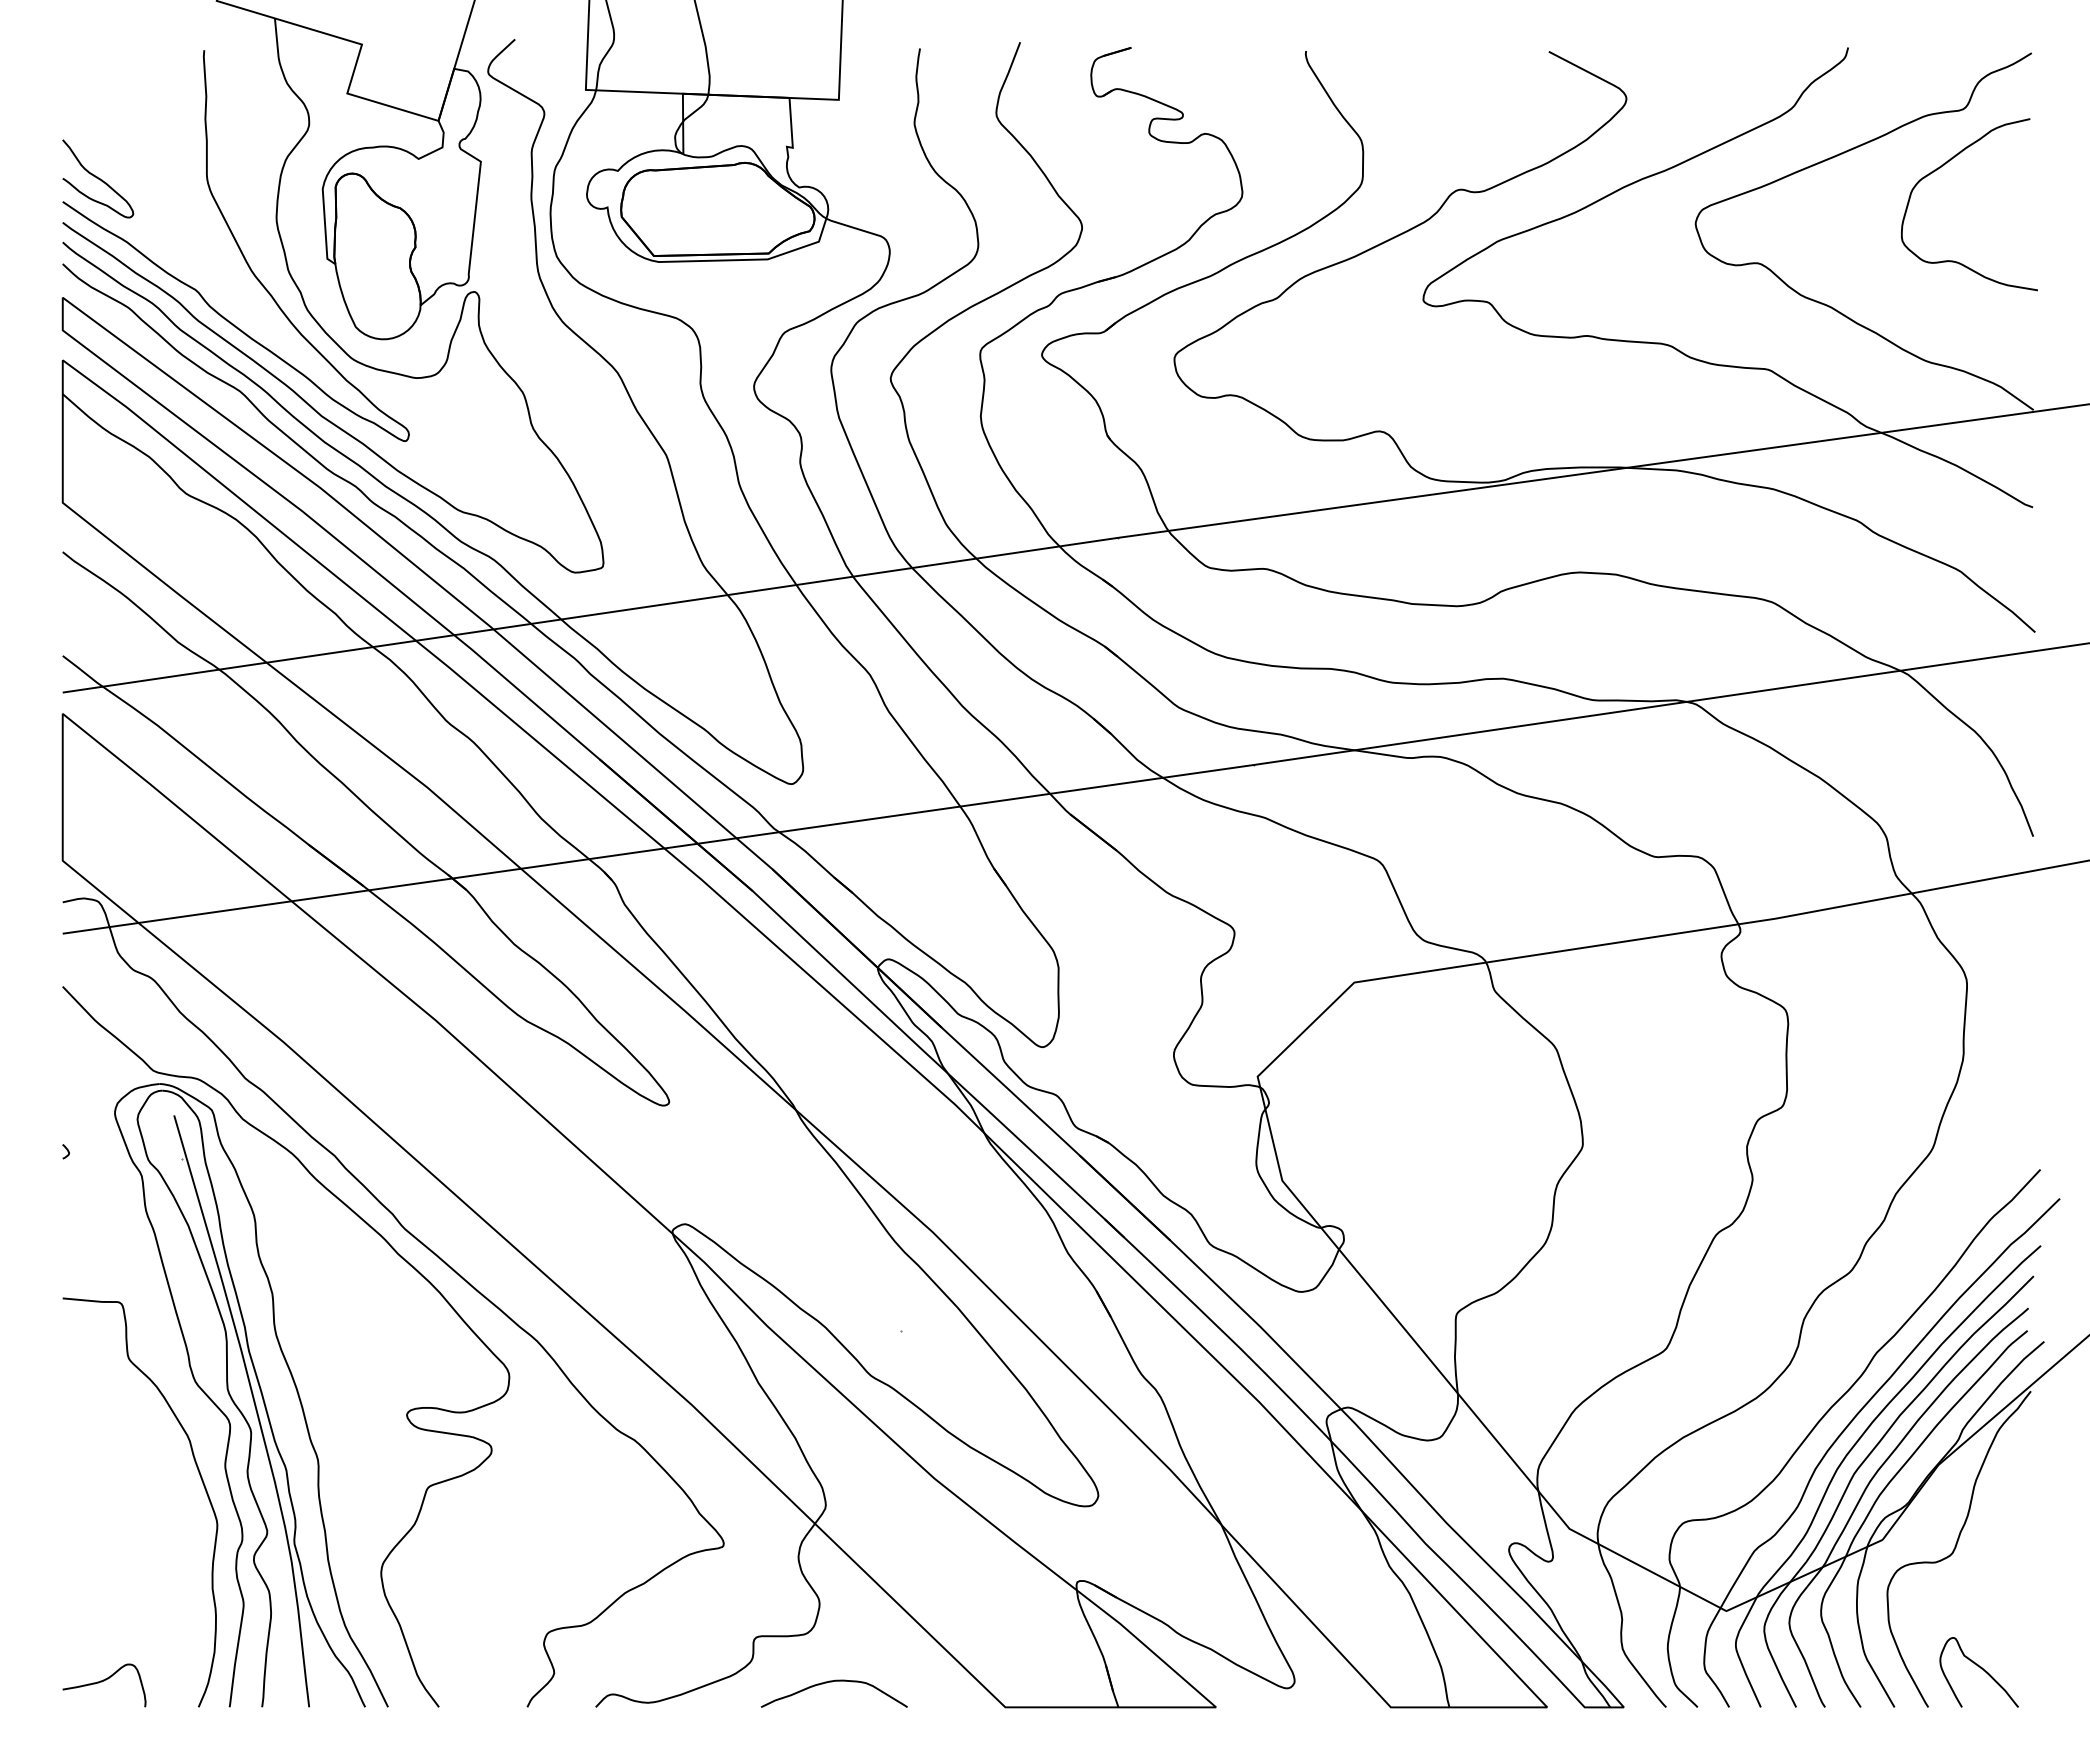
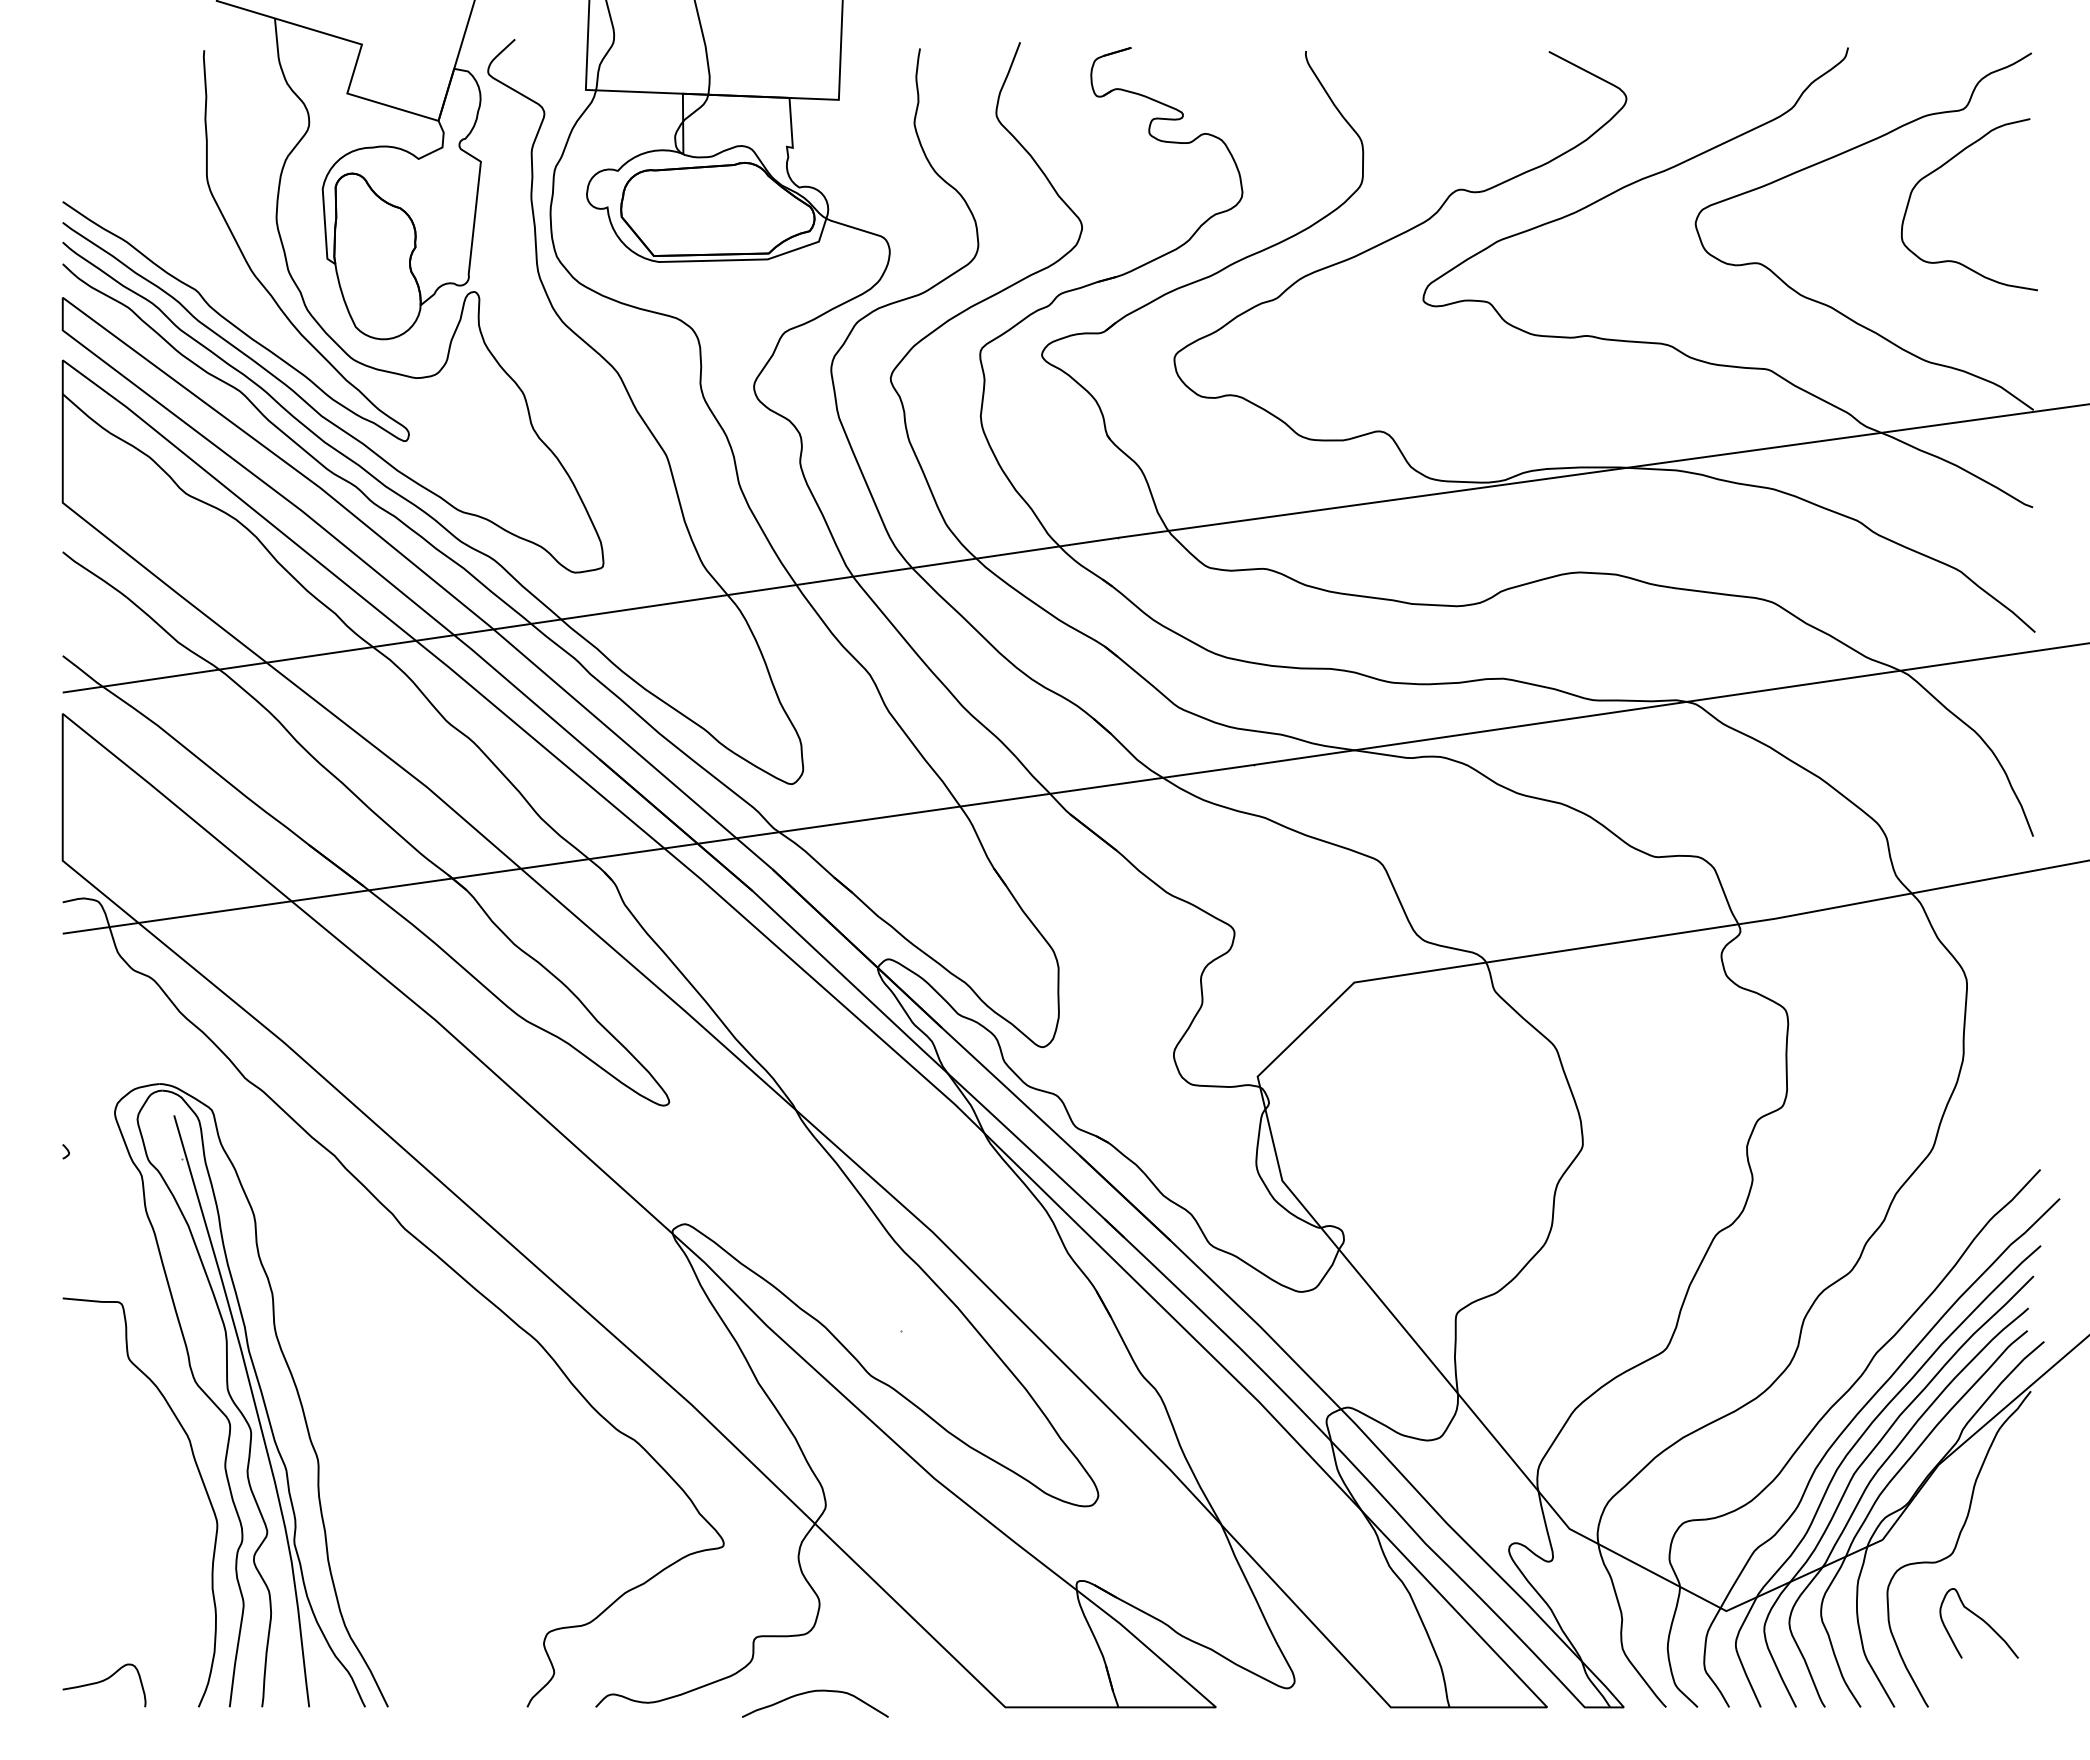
curve at (98, 178): present -> none
curve at (407, 1411): present -> none
curve at (1981, 1669) position: (1981, 1669) -> (1981, 1620)
curve at (832, 1682) position: (832, 1682) -> (813, 1692)
